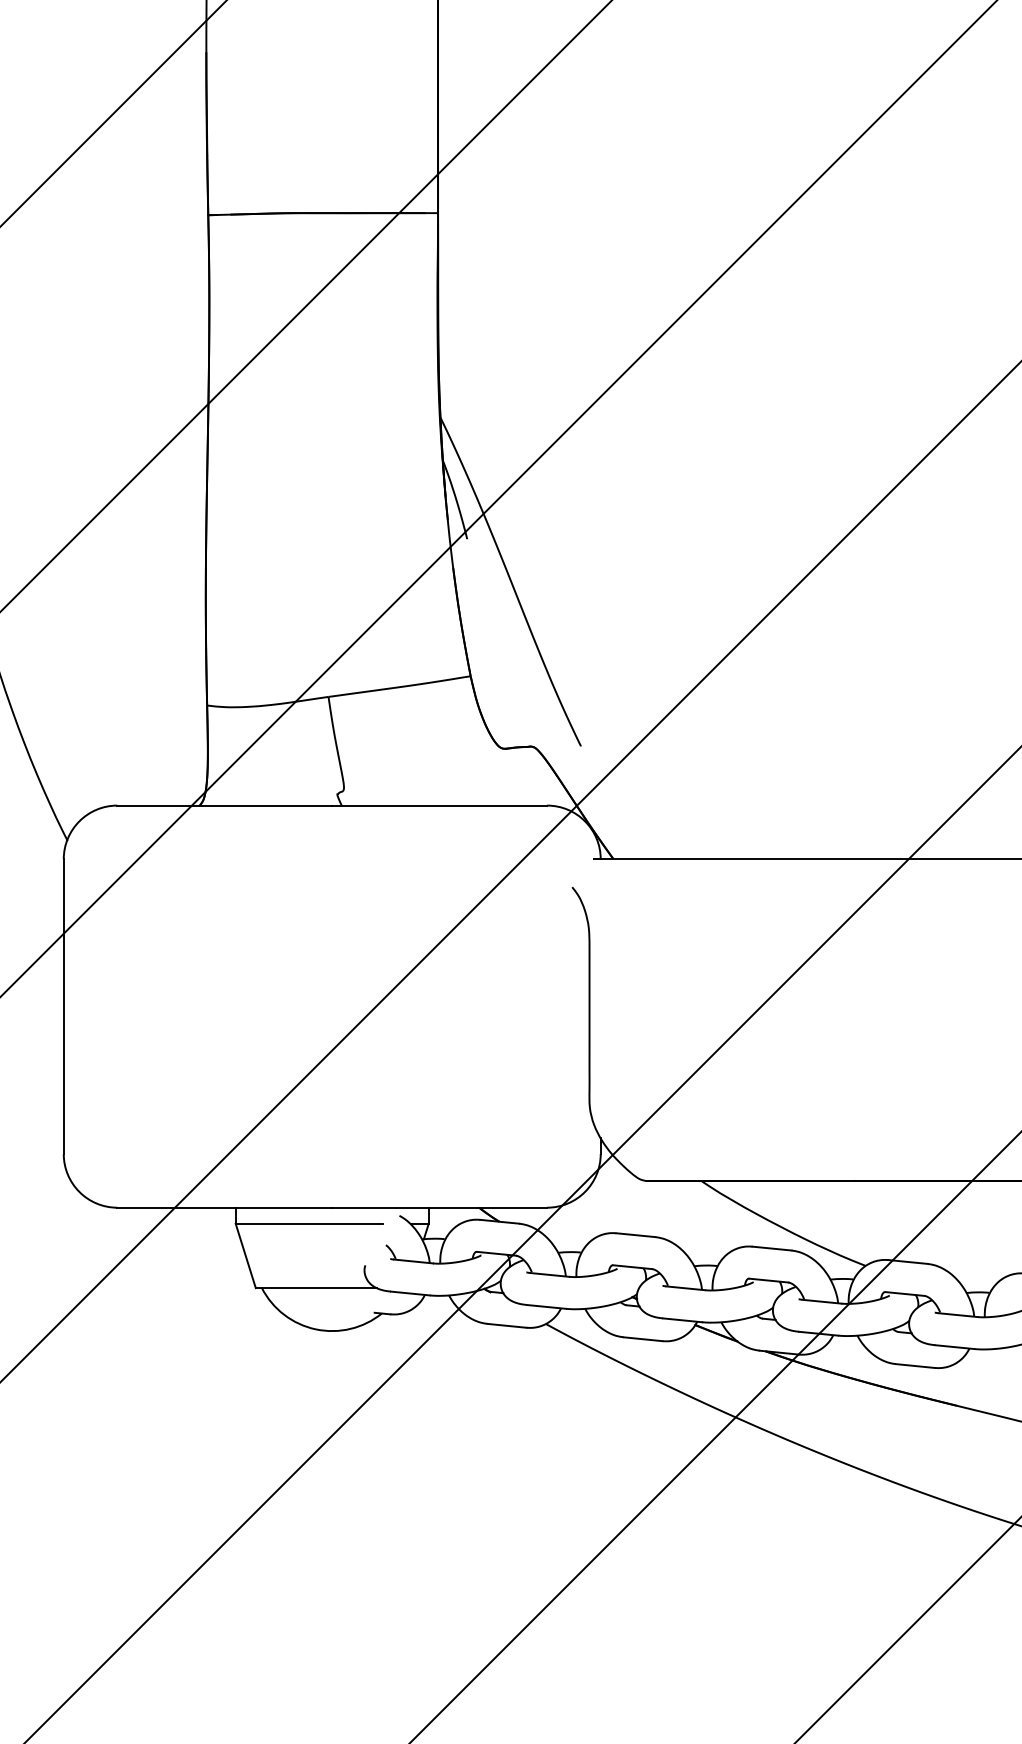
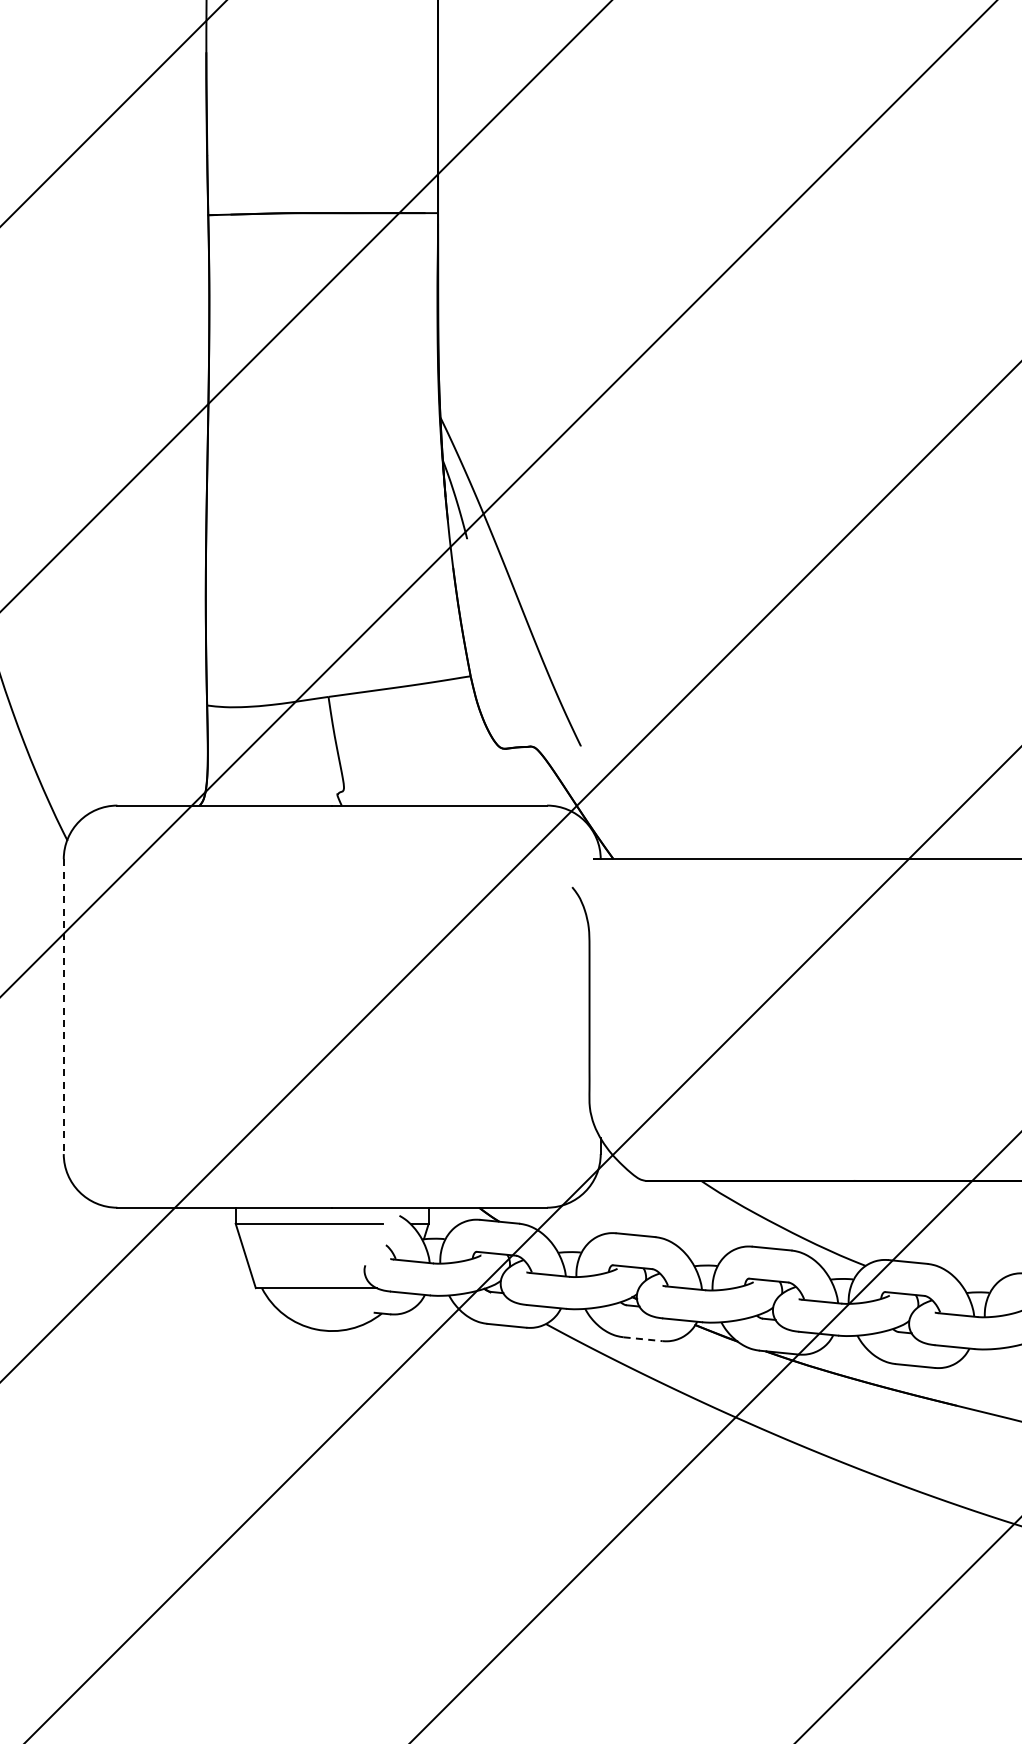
line at (63, 1007): solid -> dashed
line at (643, 1339): solid -> dashed
